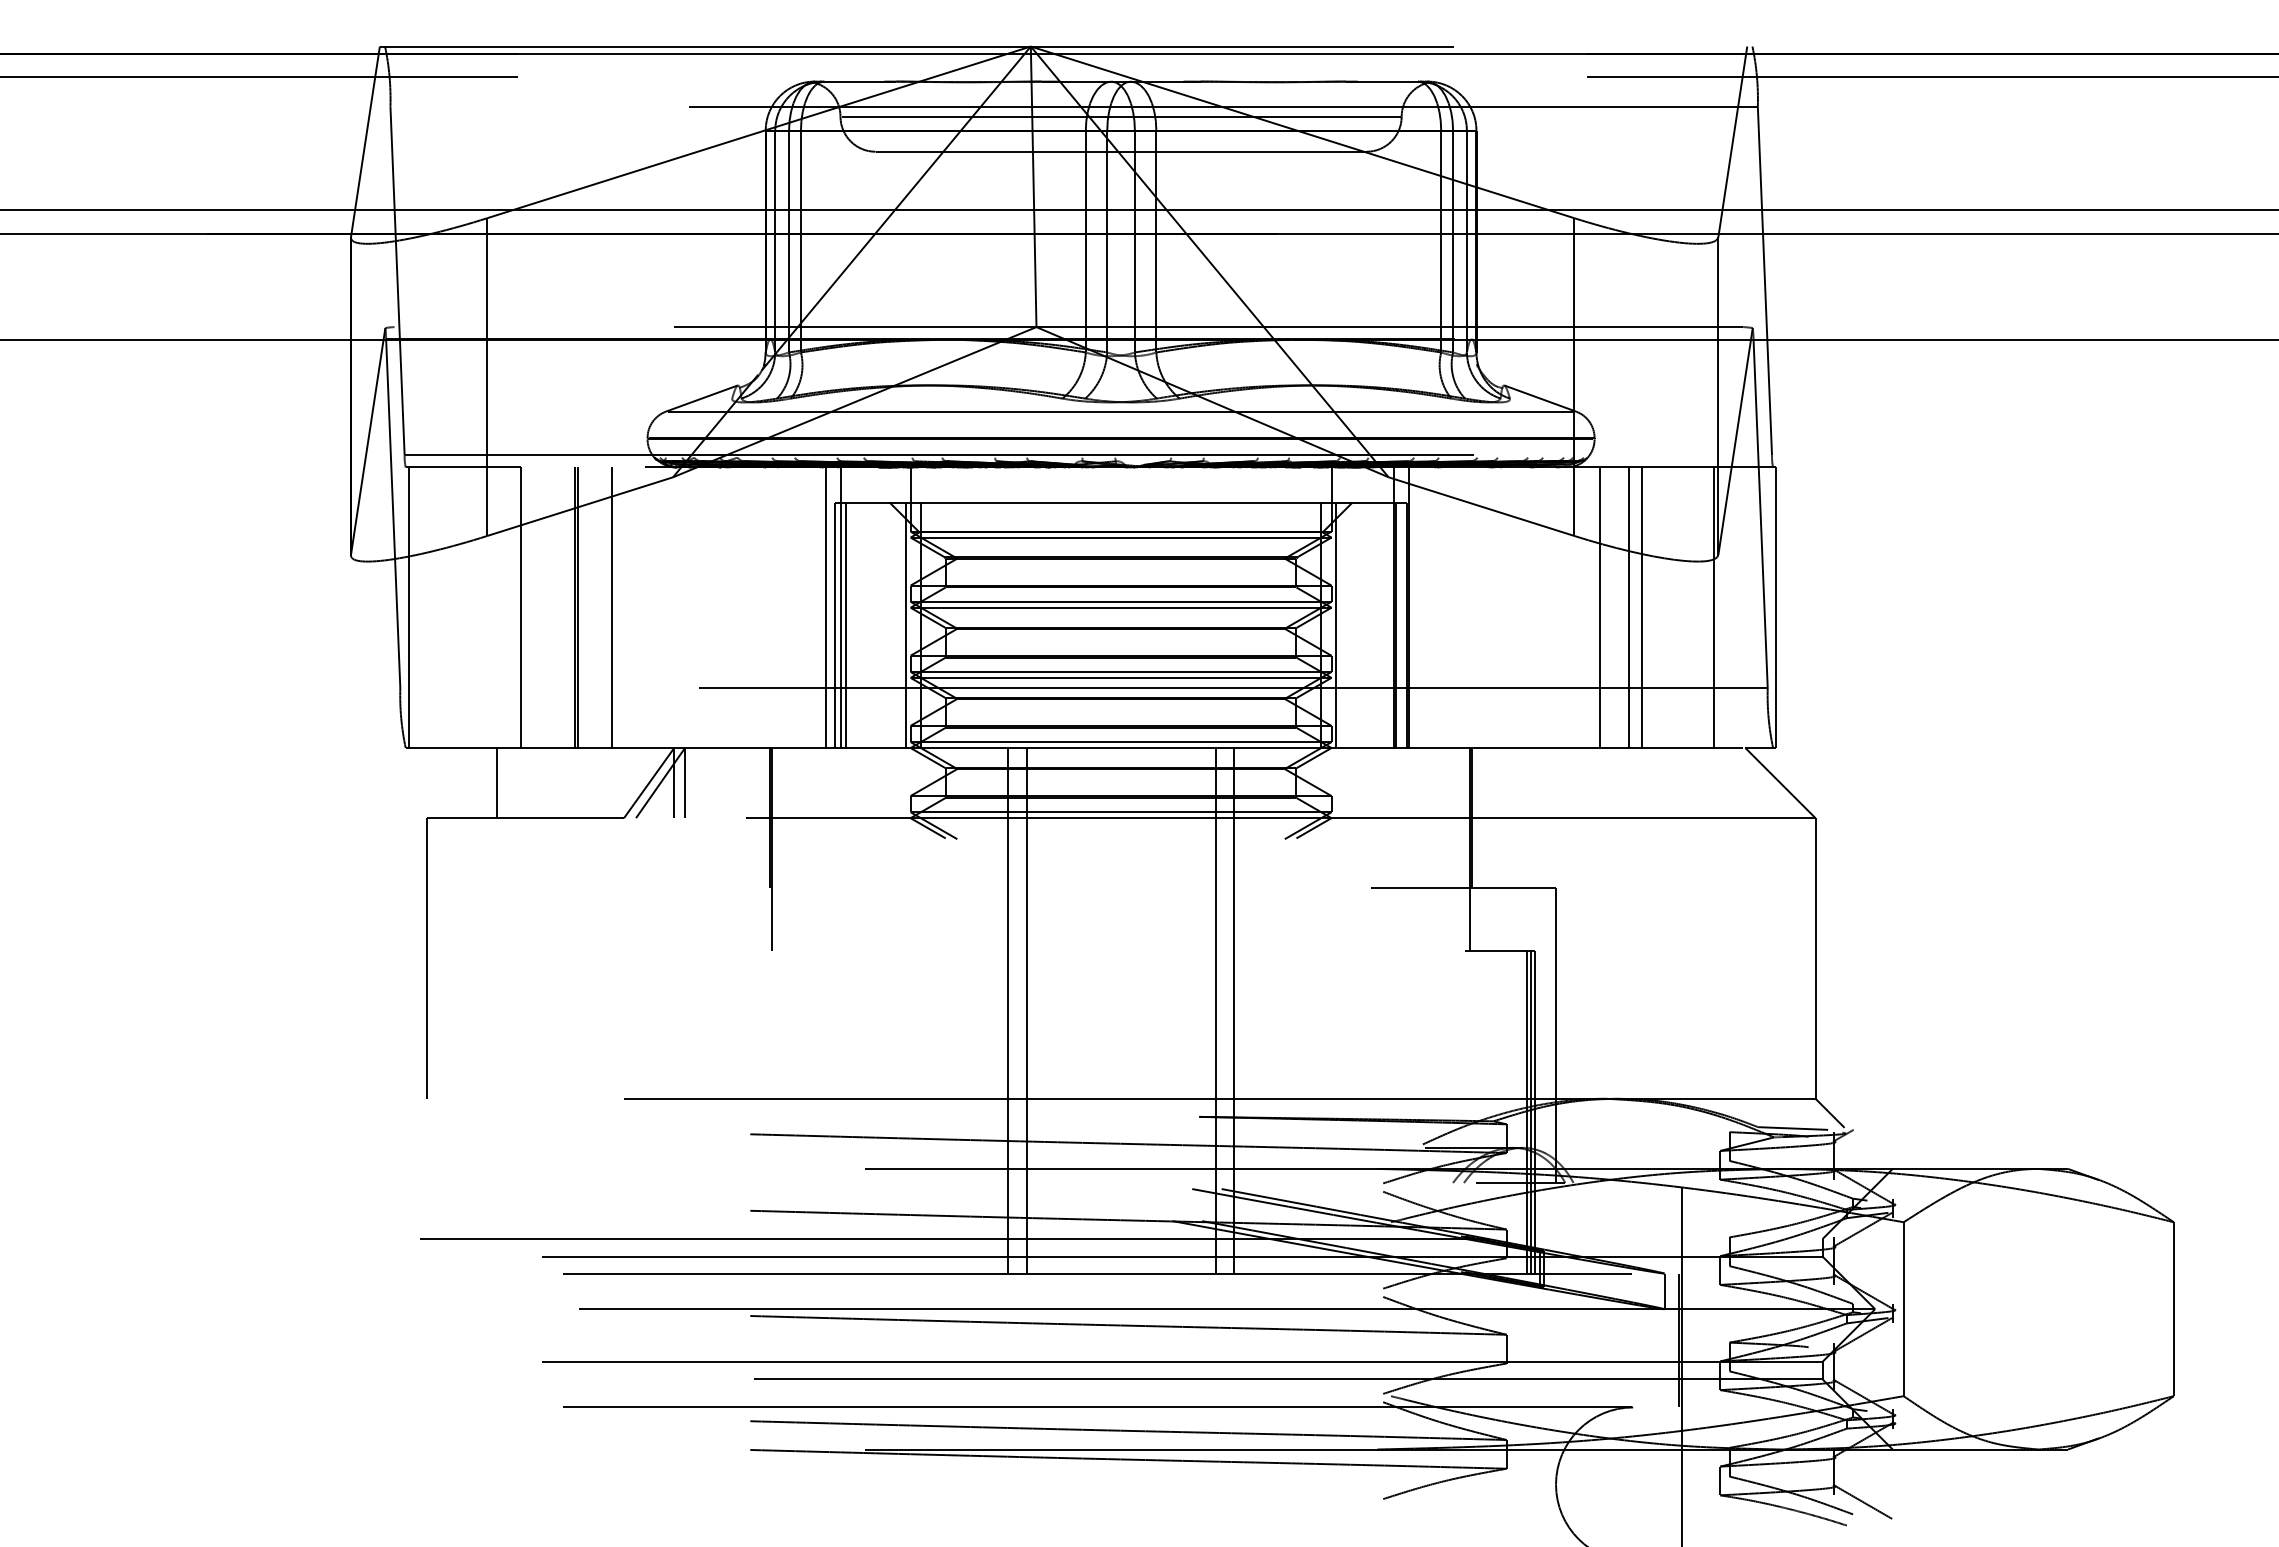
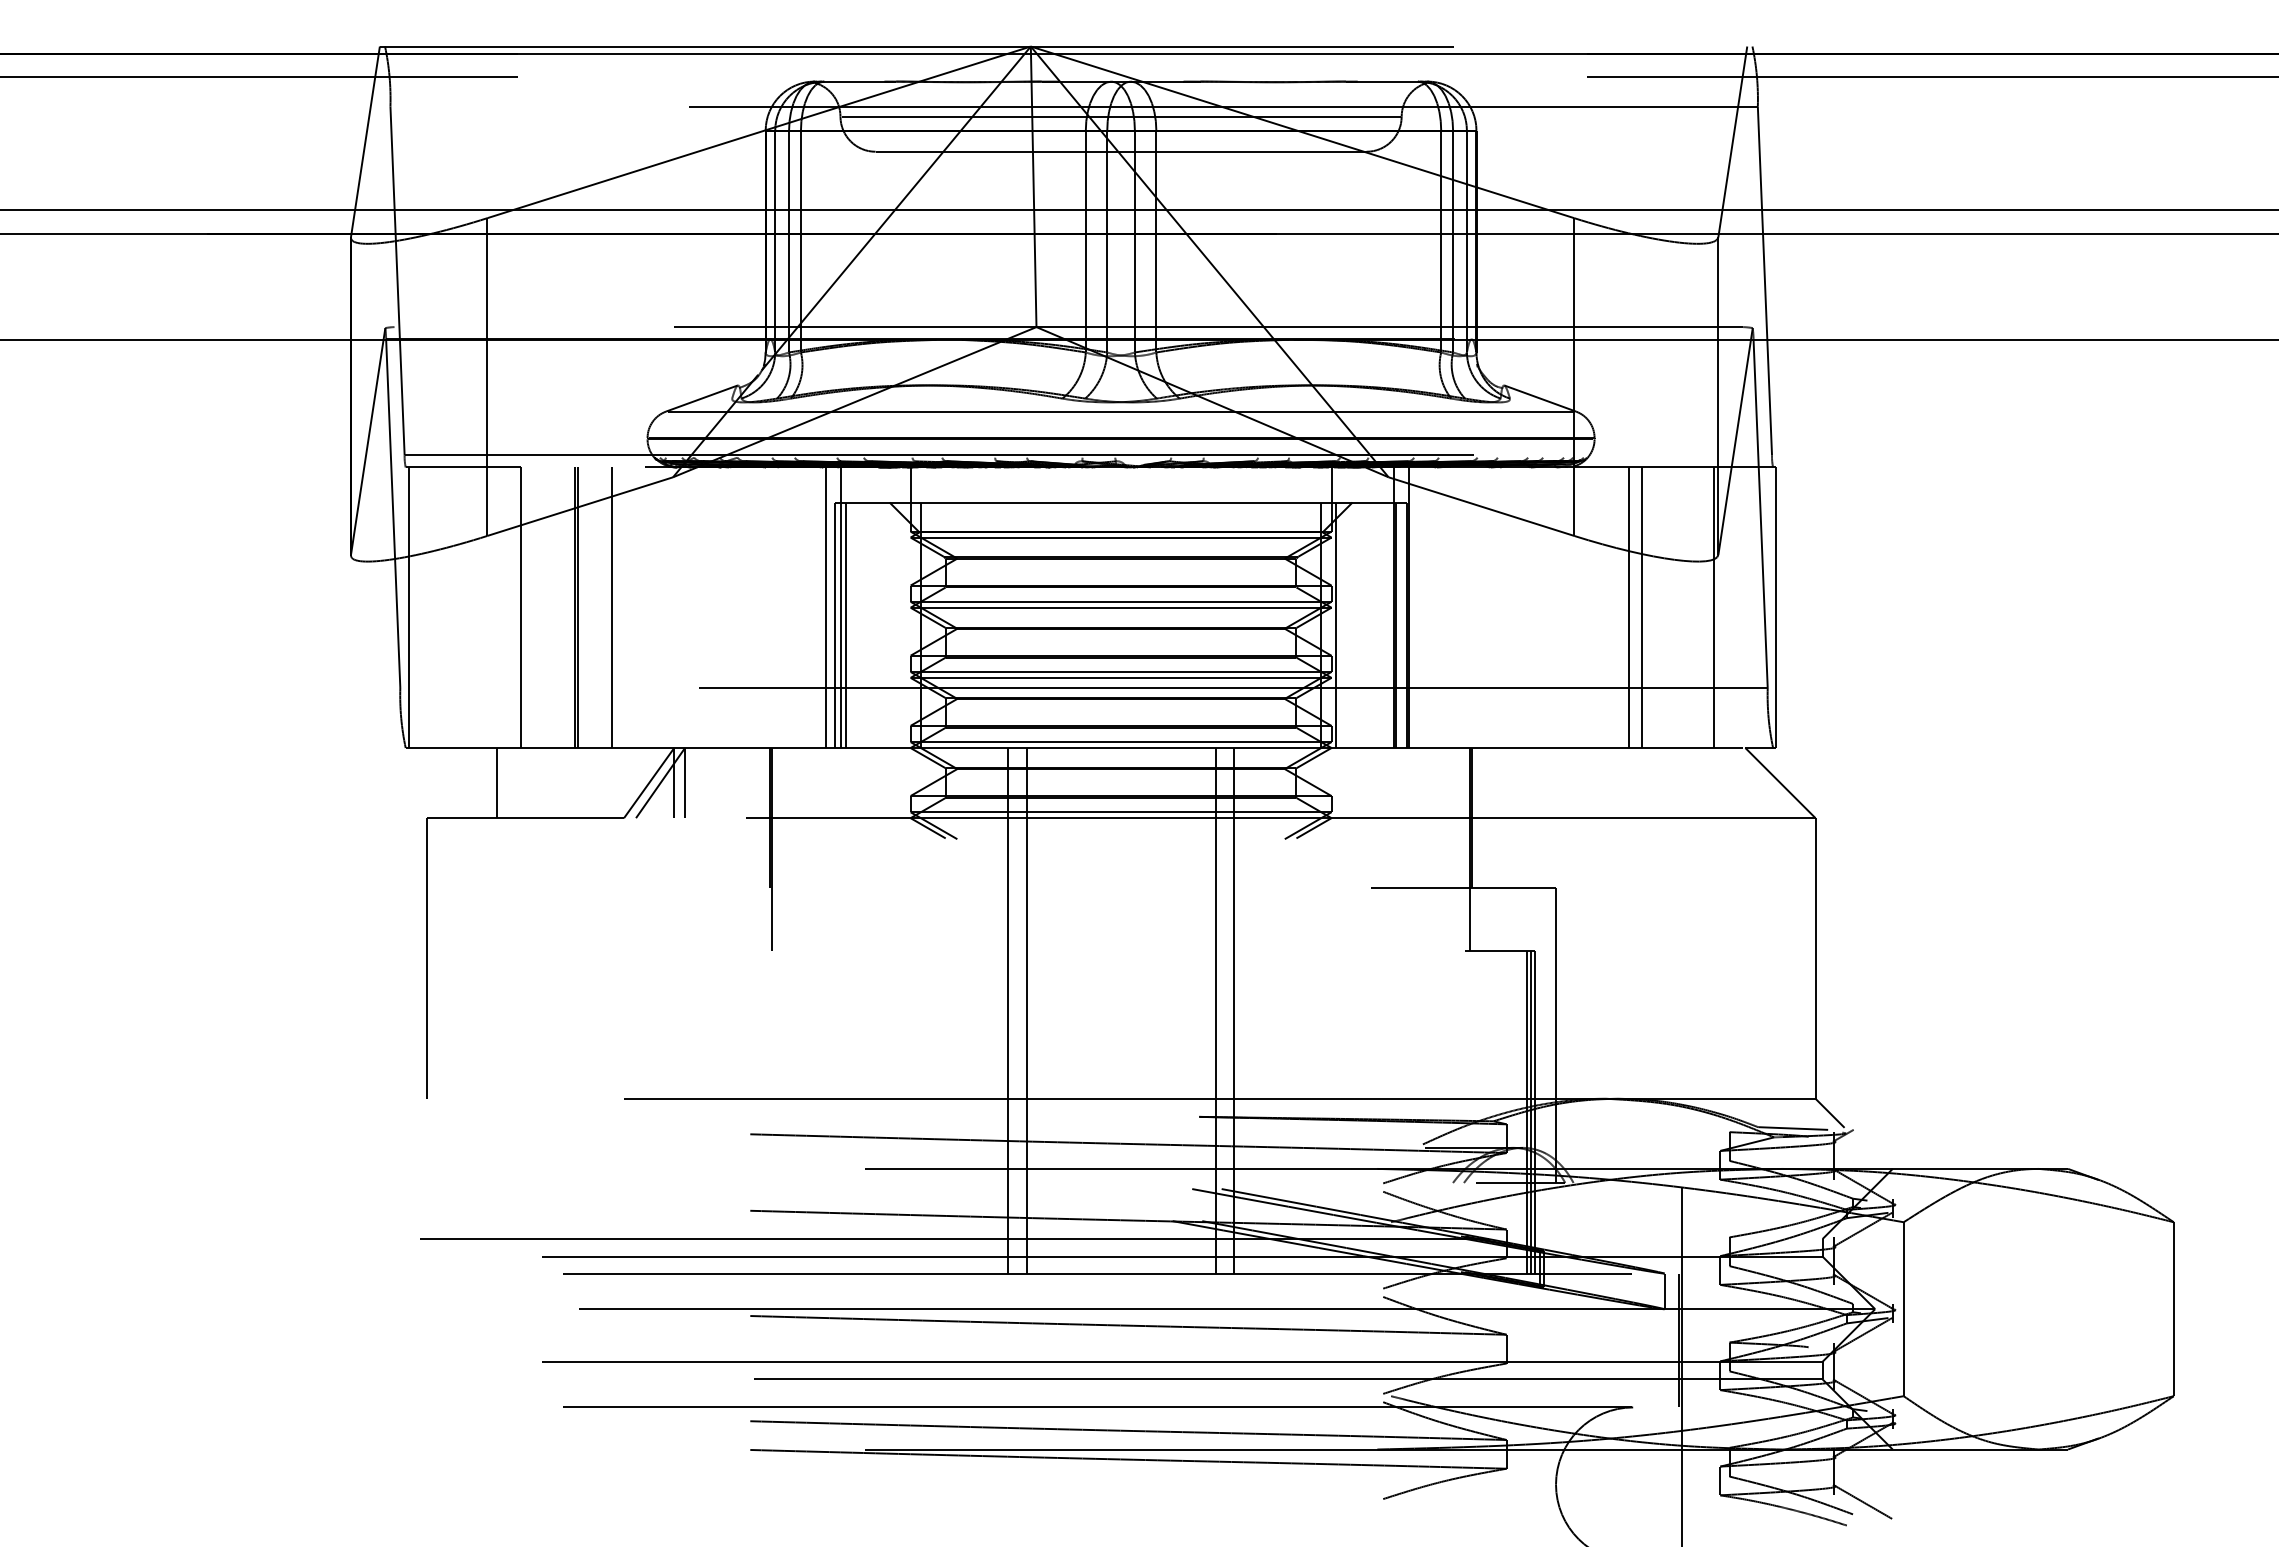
line at (1599, 607): present -> none
line at (905, 625): present -> none
